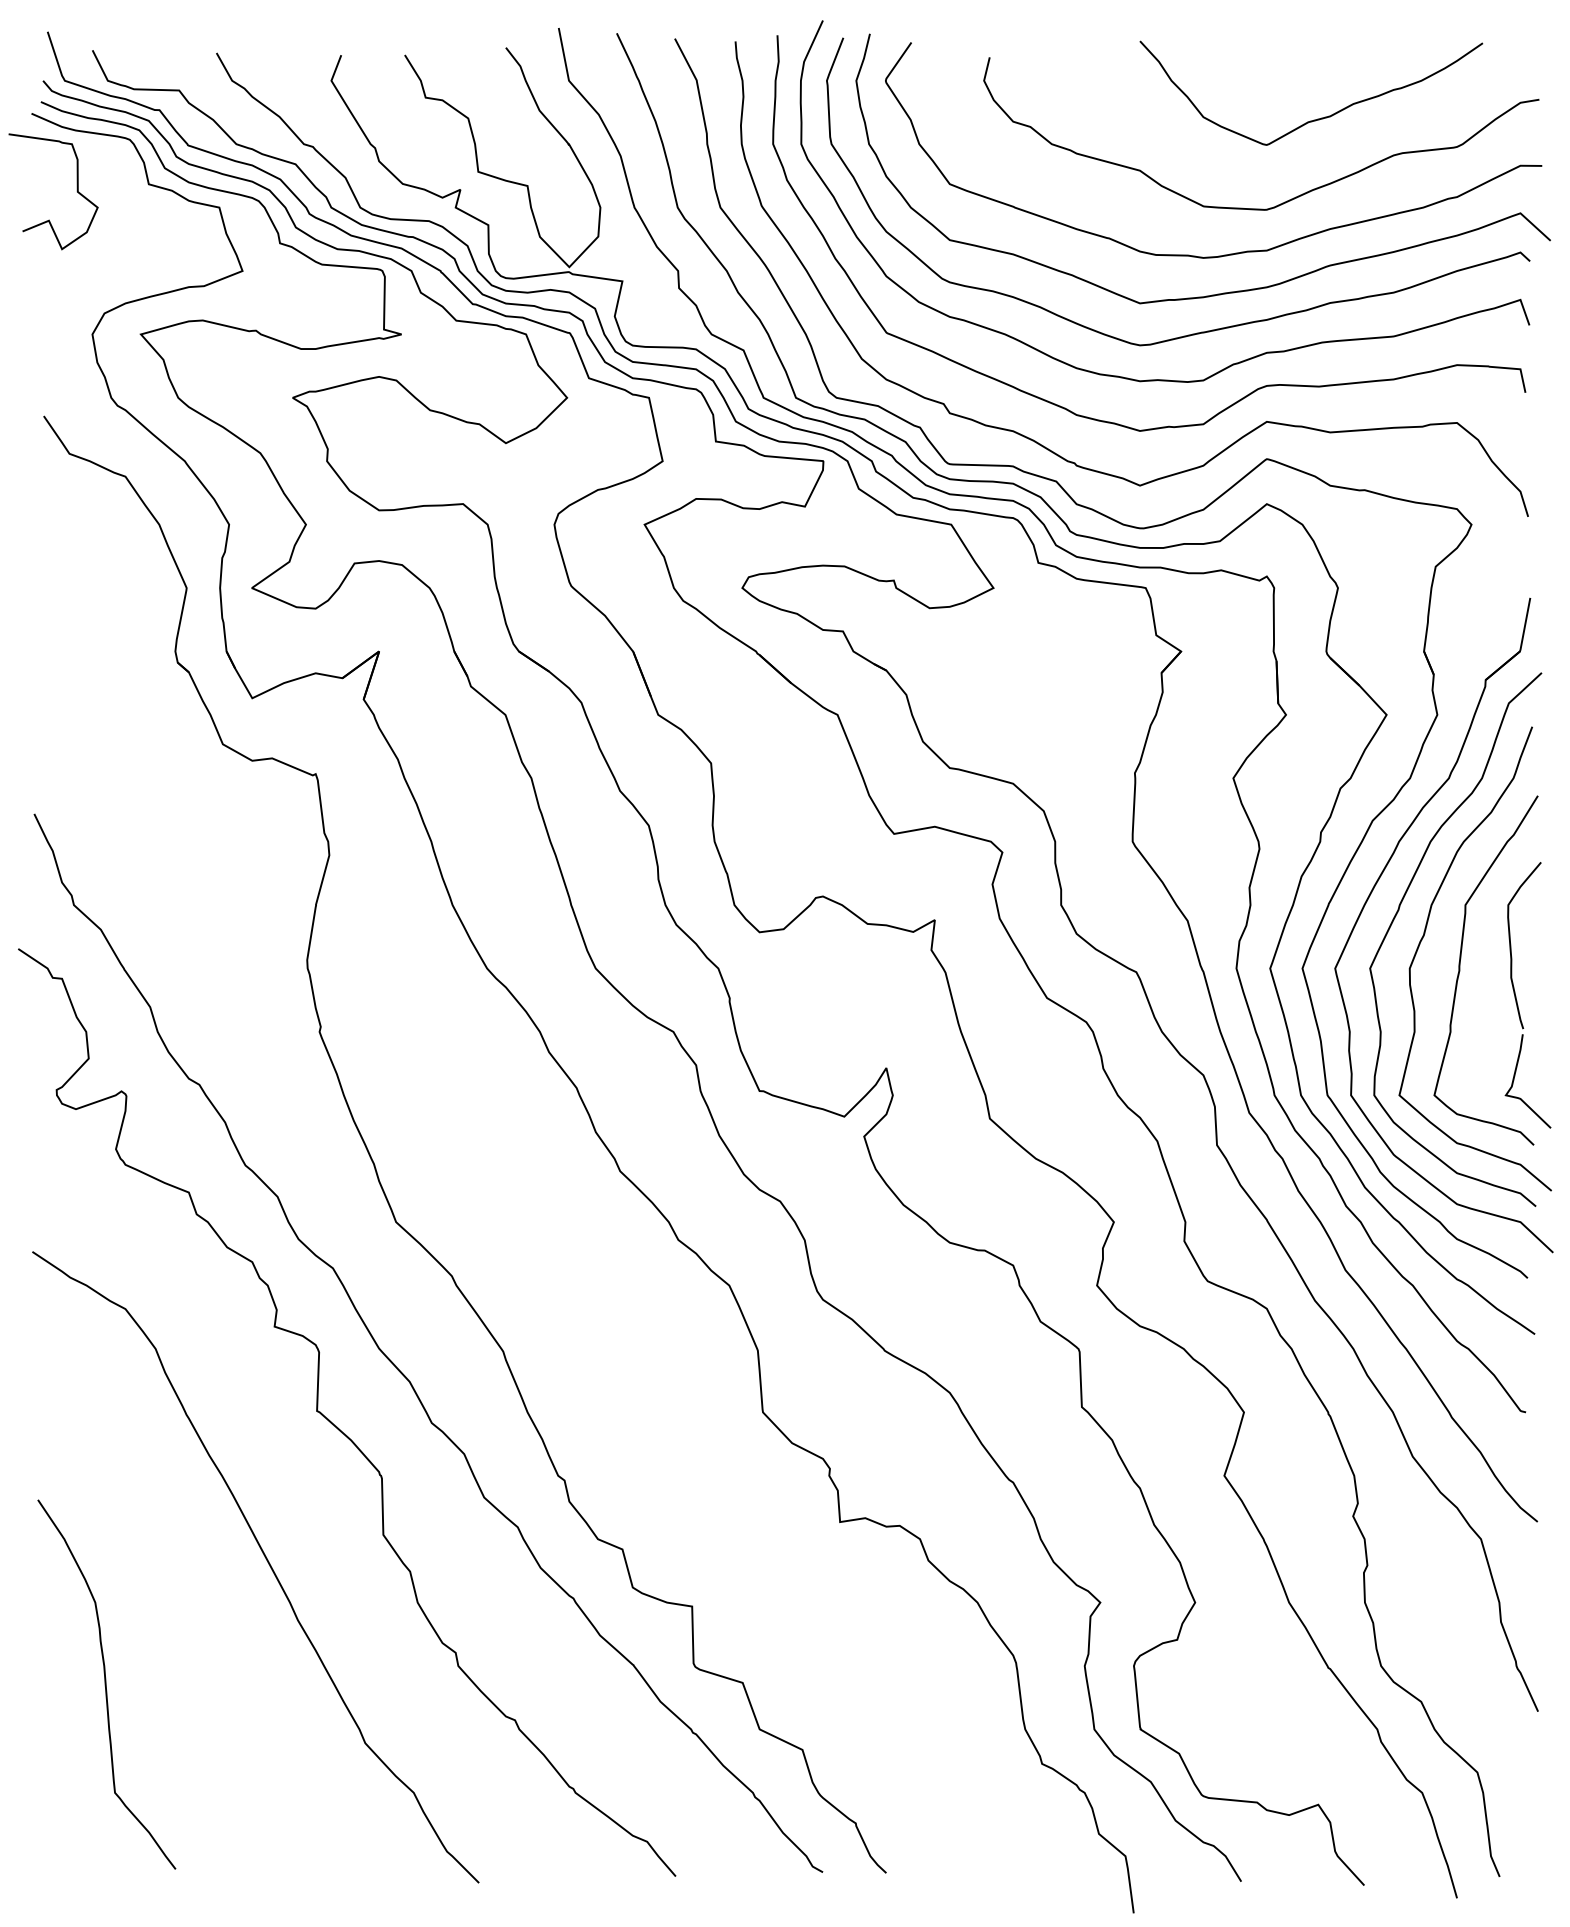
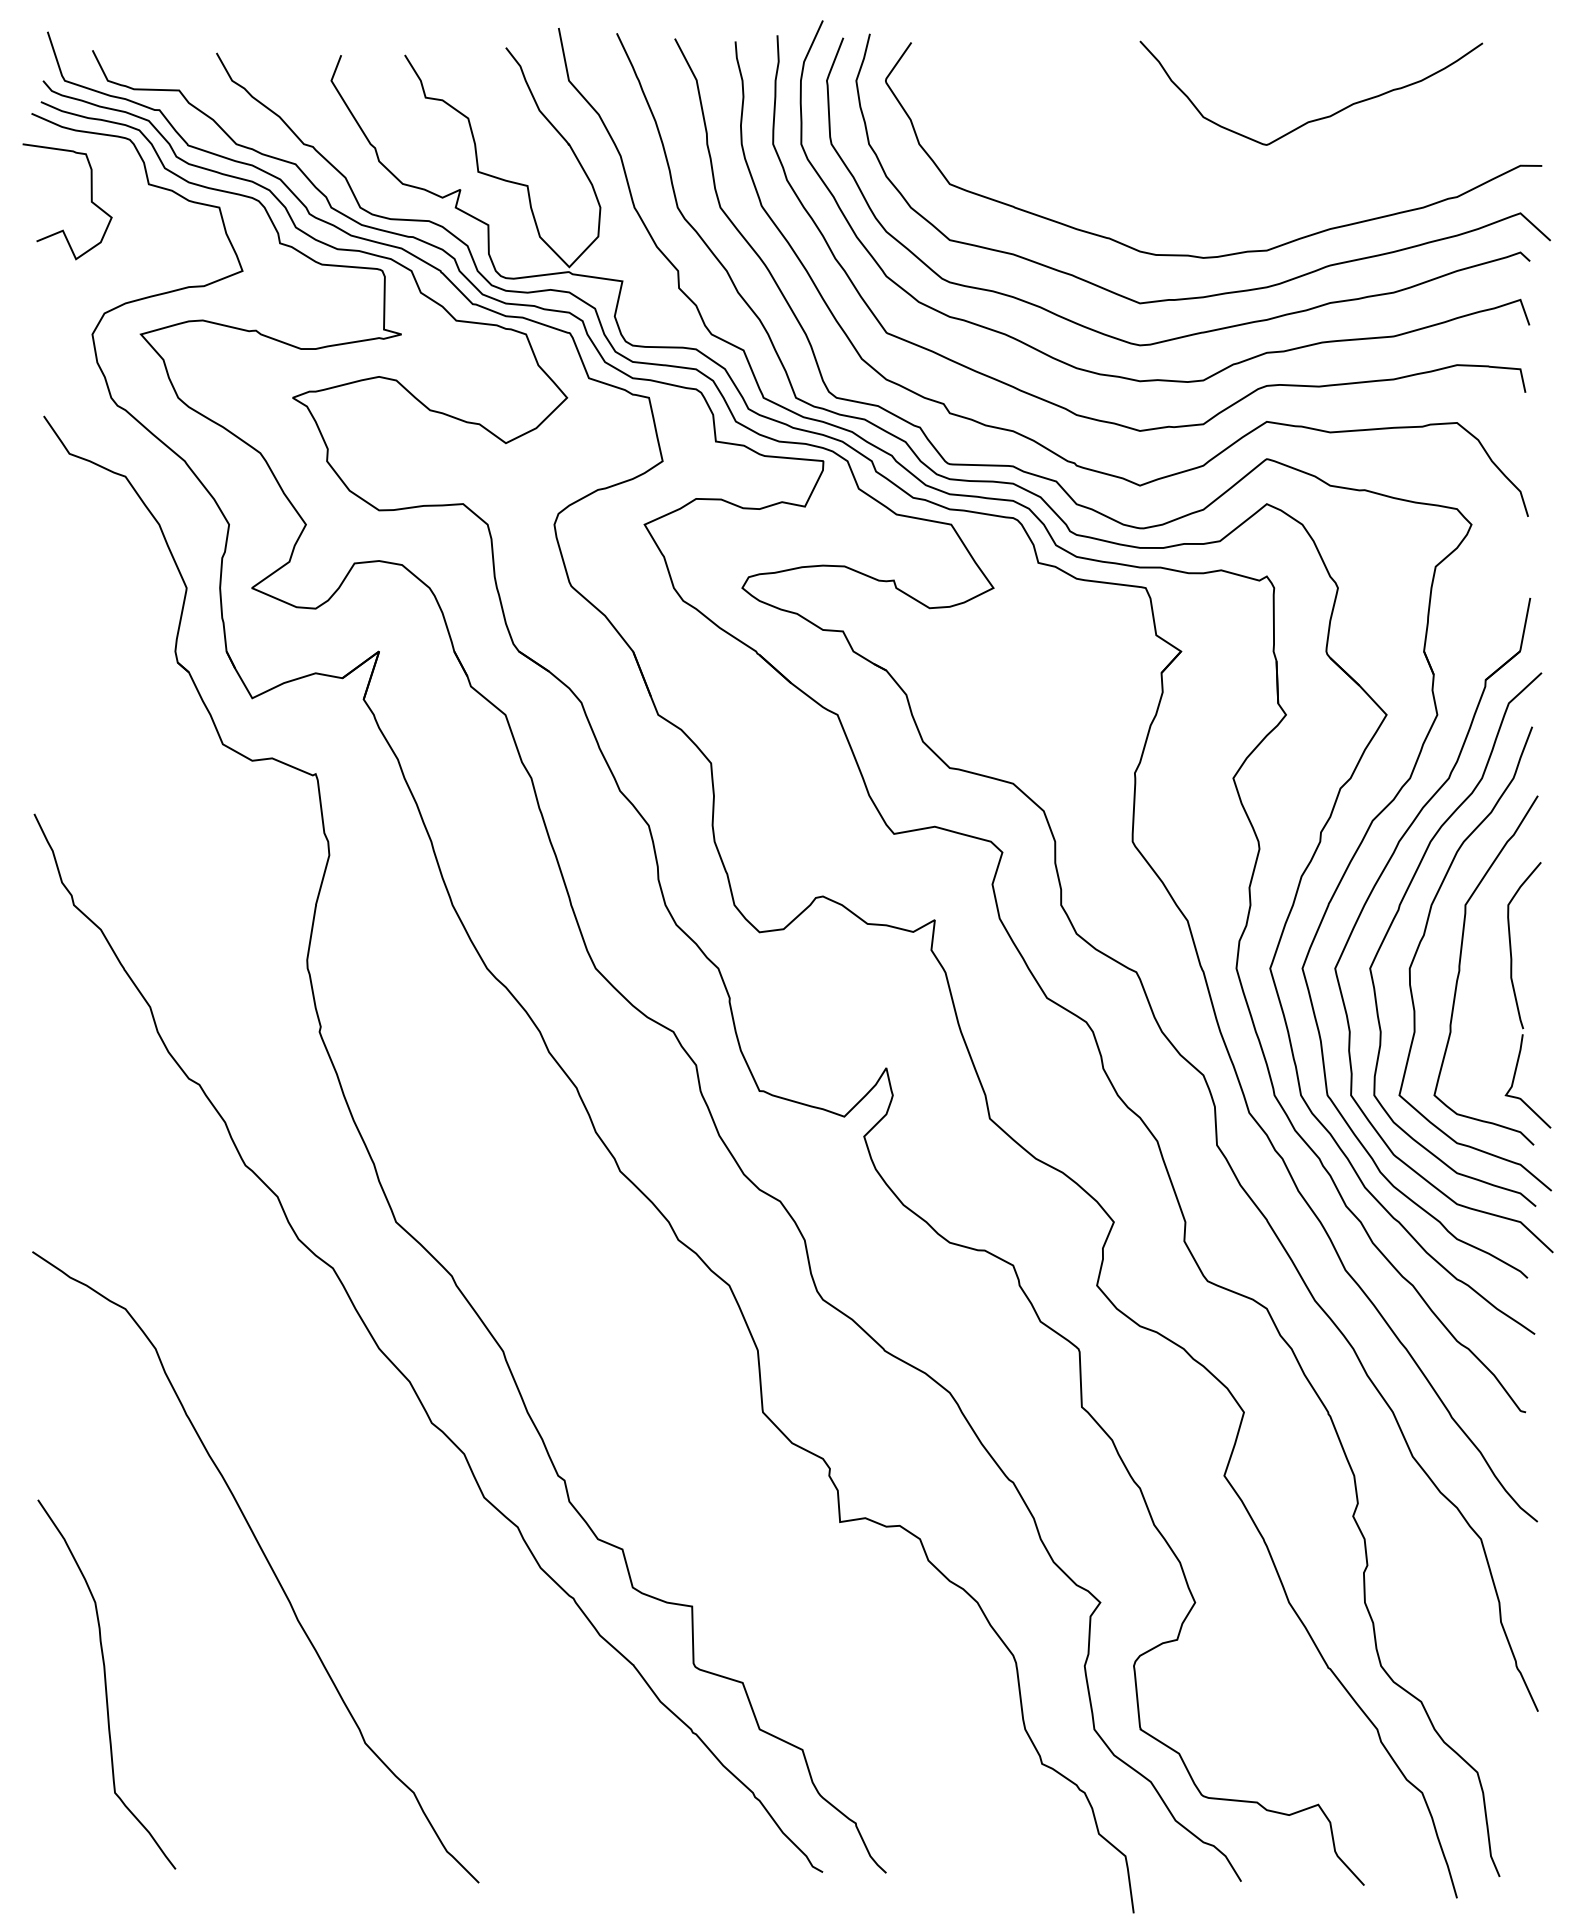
curve at (76, 191) position: (76, 191) -> (90, 201)
curve at (1293, 197): present -> none
curve at (337, 1426): present -> none
